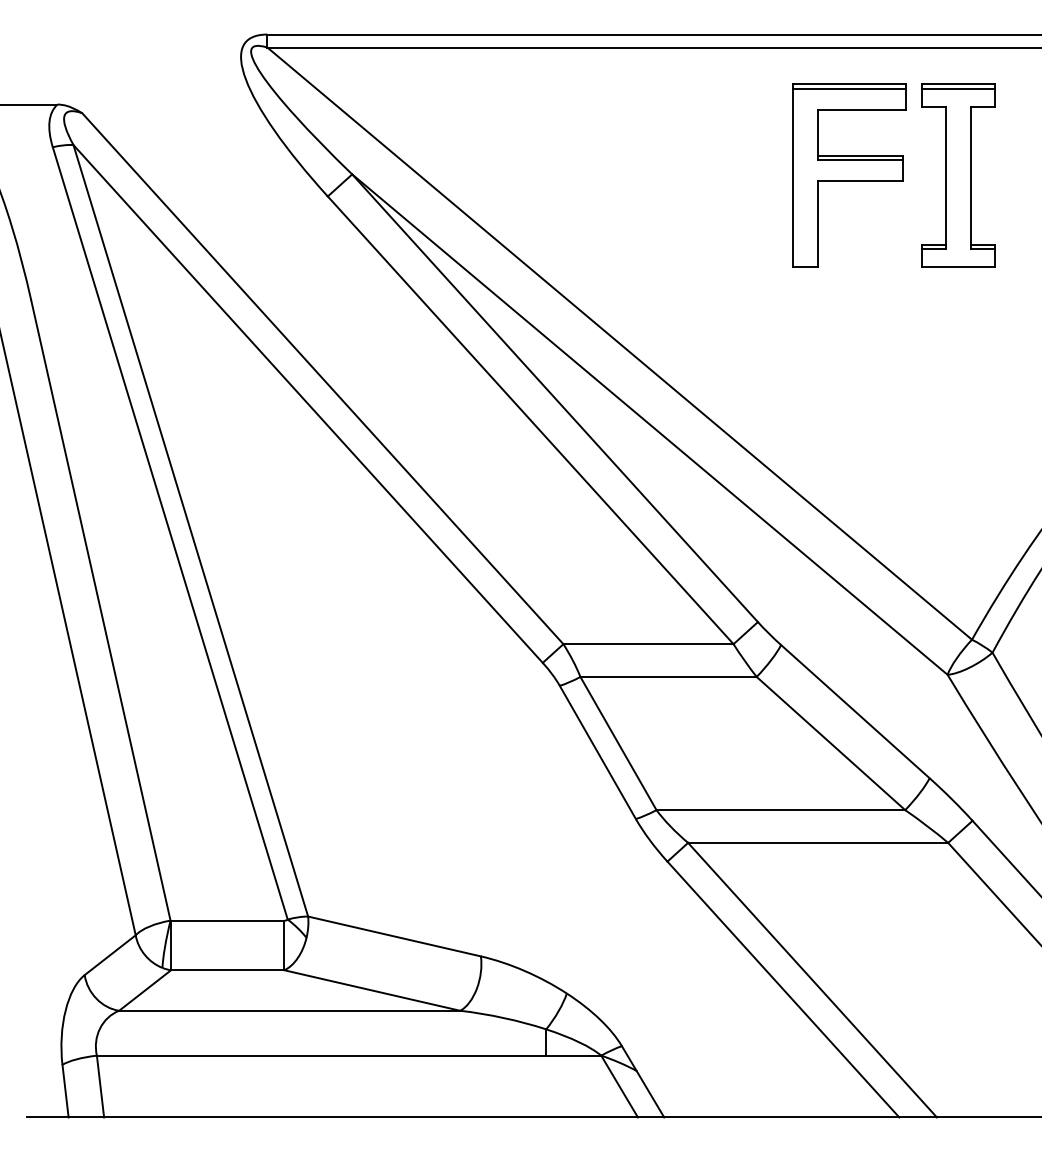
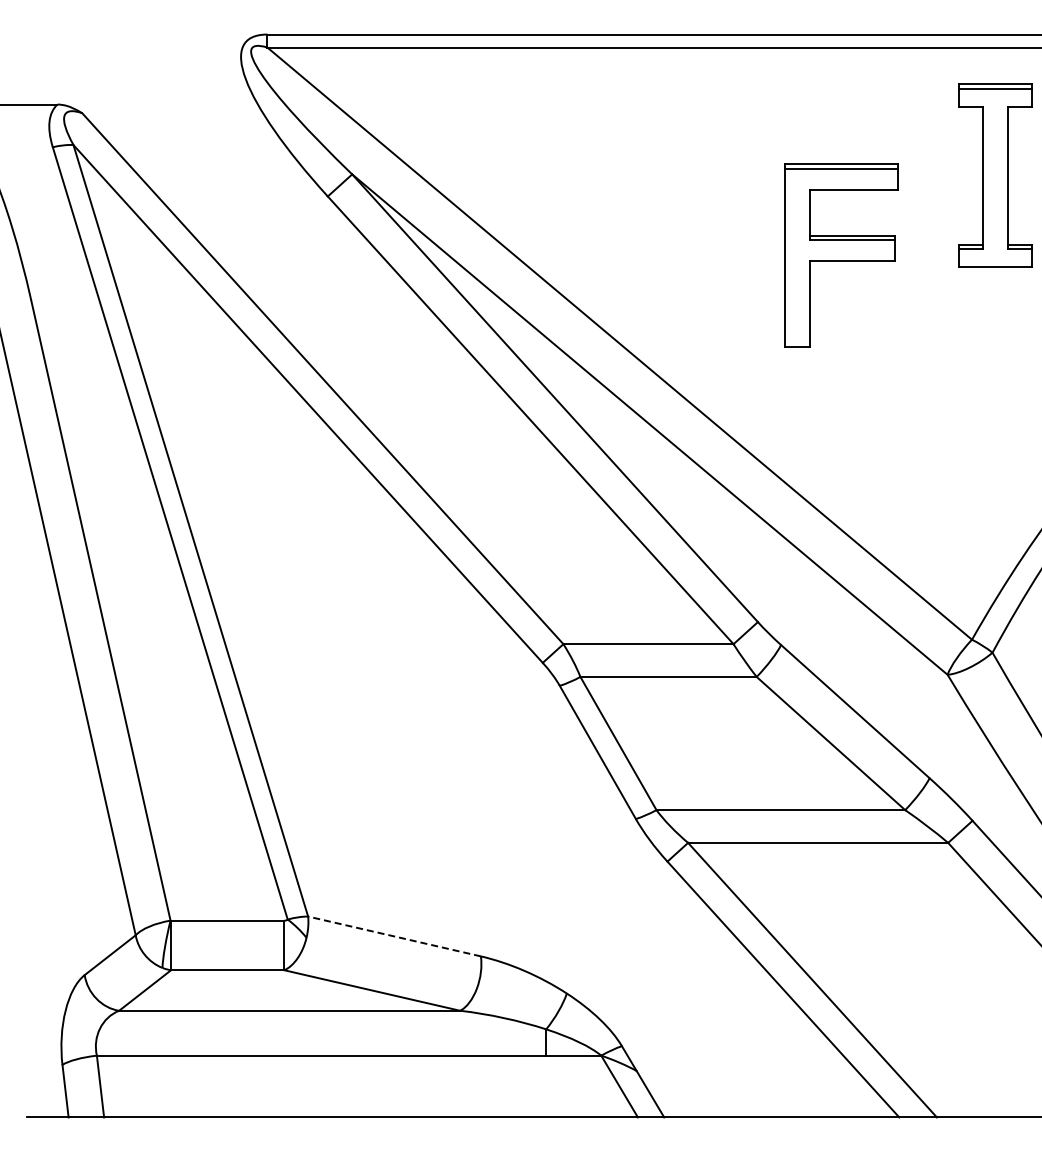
part at (849, 175) position: (849, 175) -> (841, 255)
part at (958, 175) position: (958, 175) -> (995, 175)
line at (394, 936): solid -> dashed
